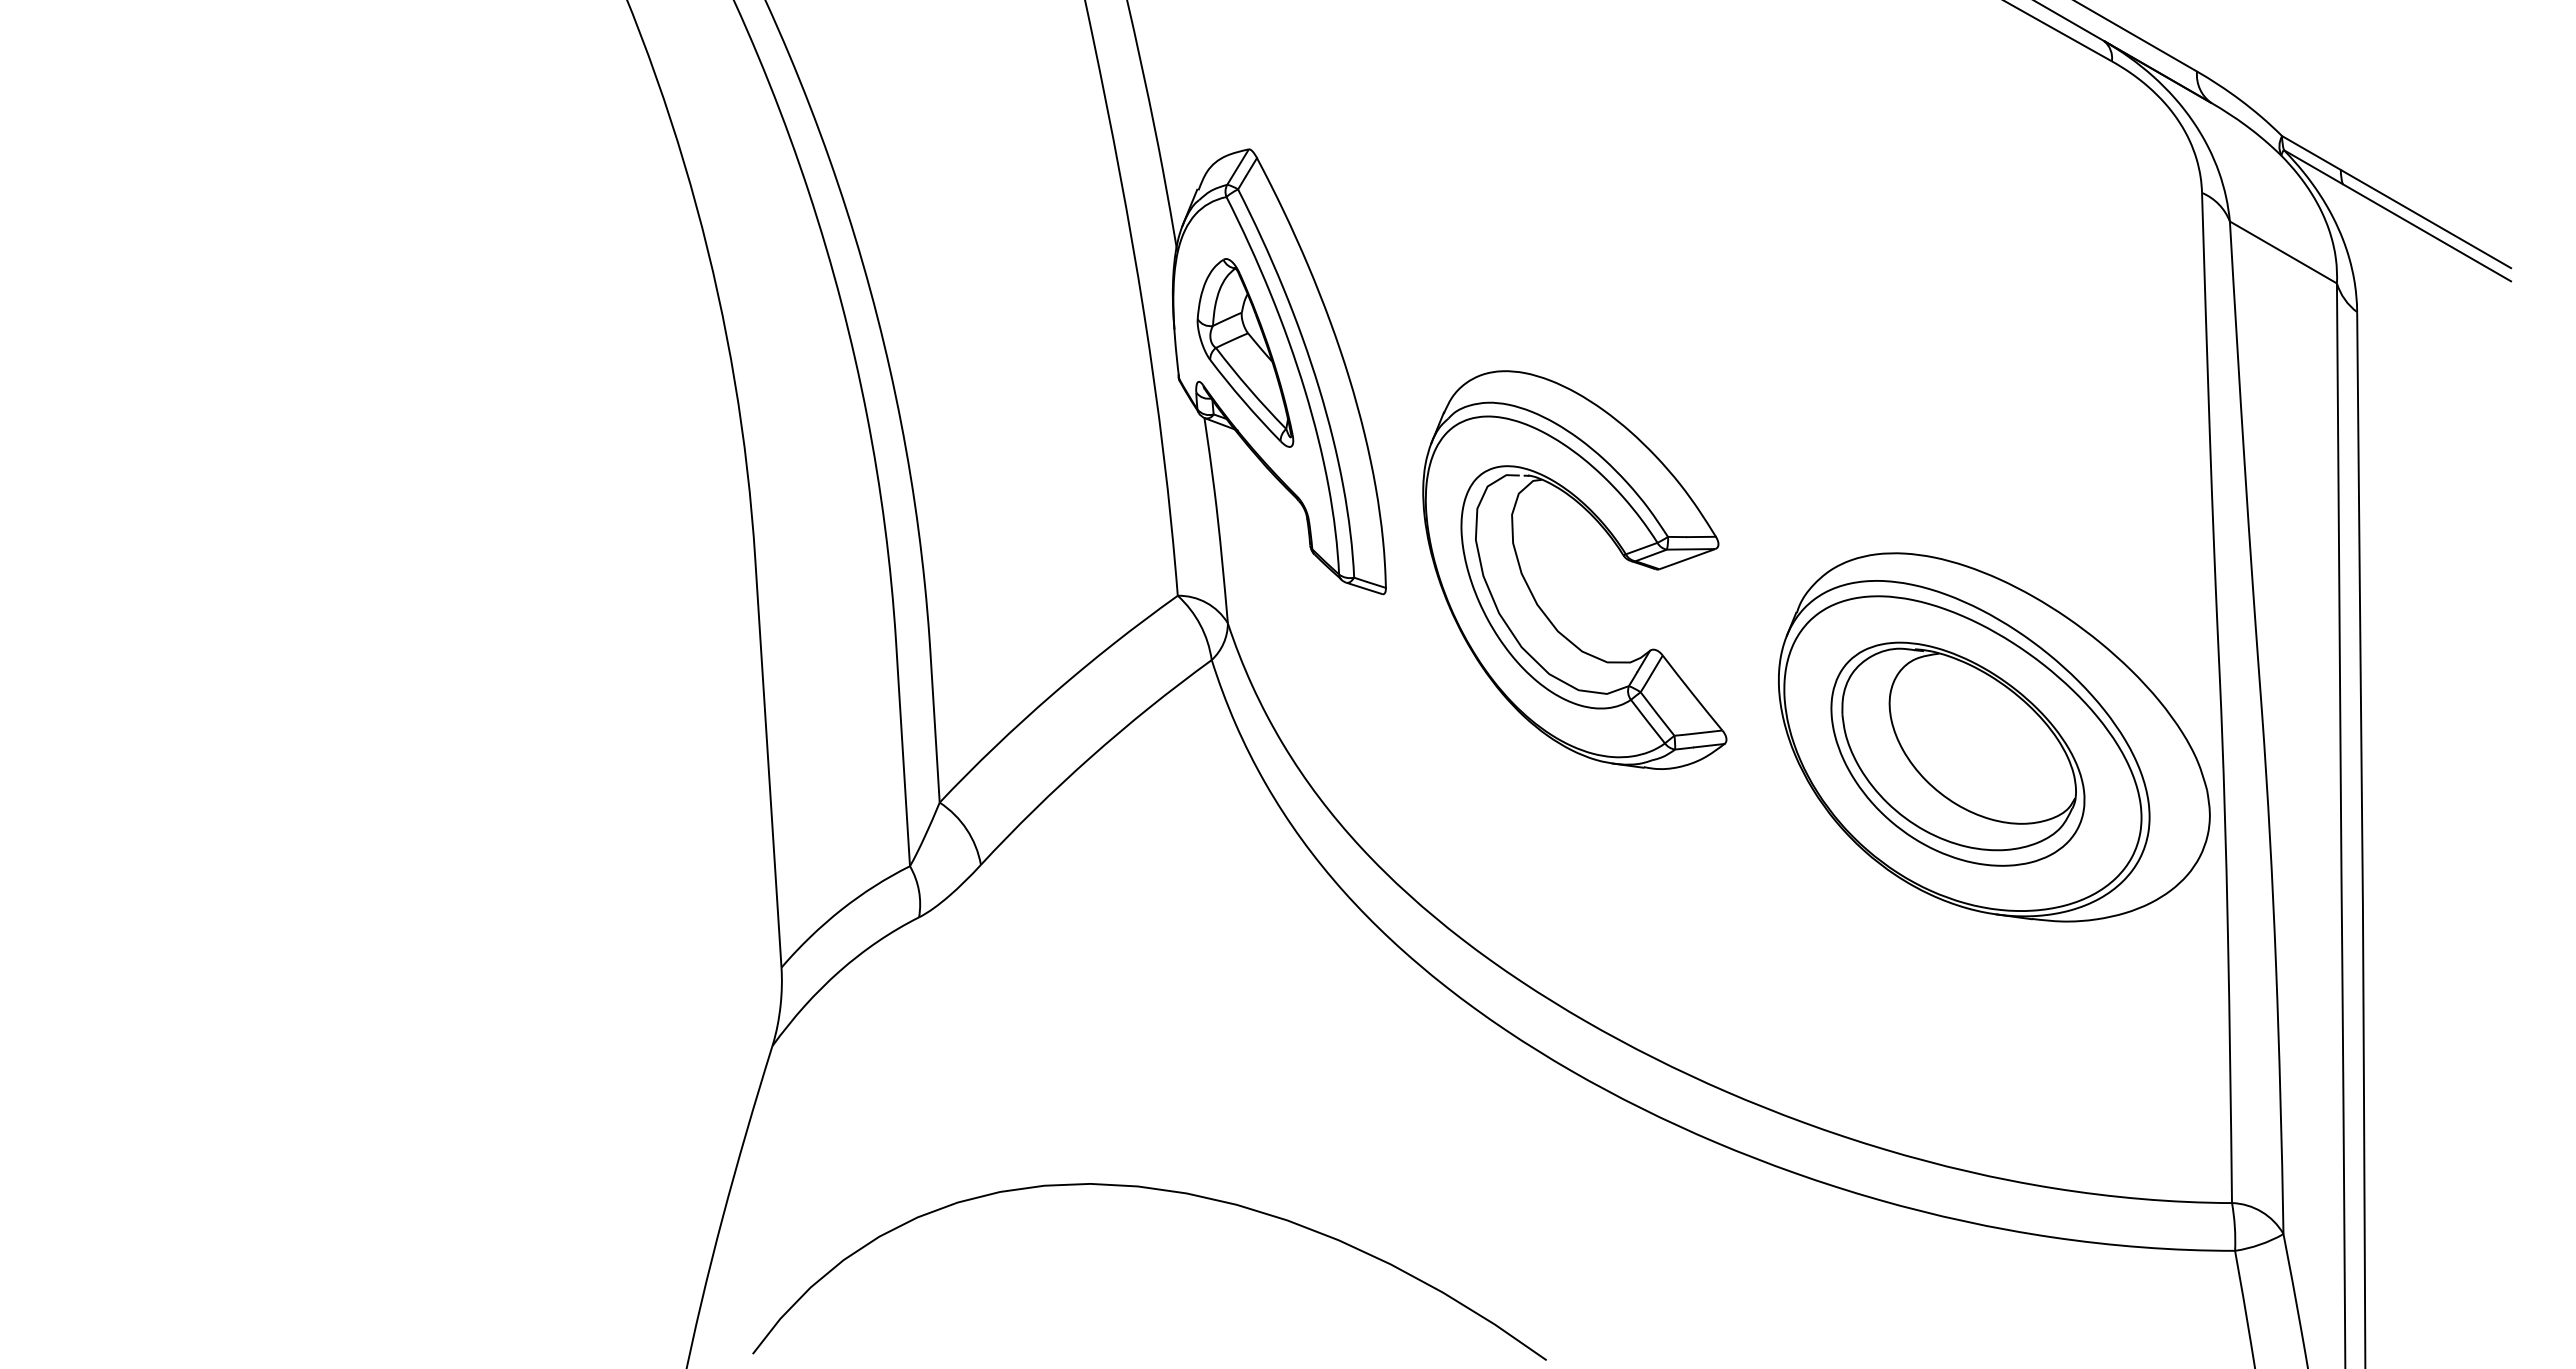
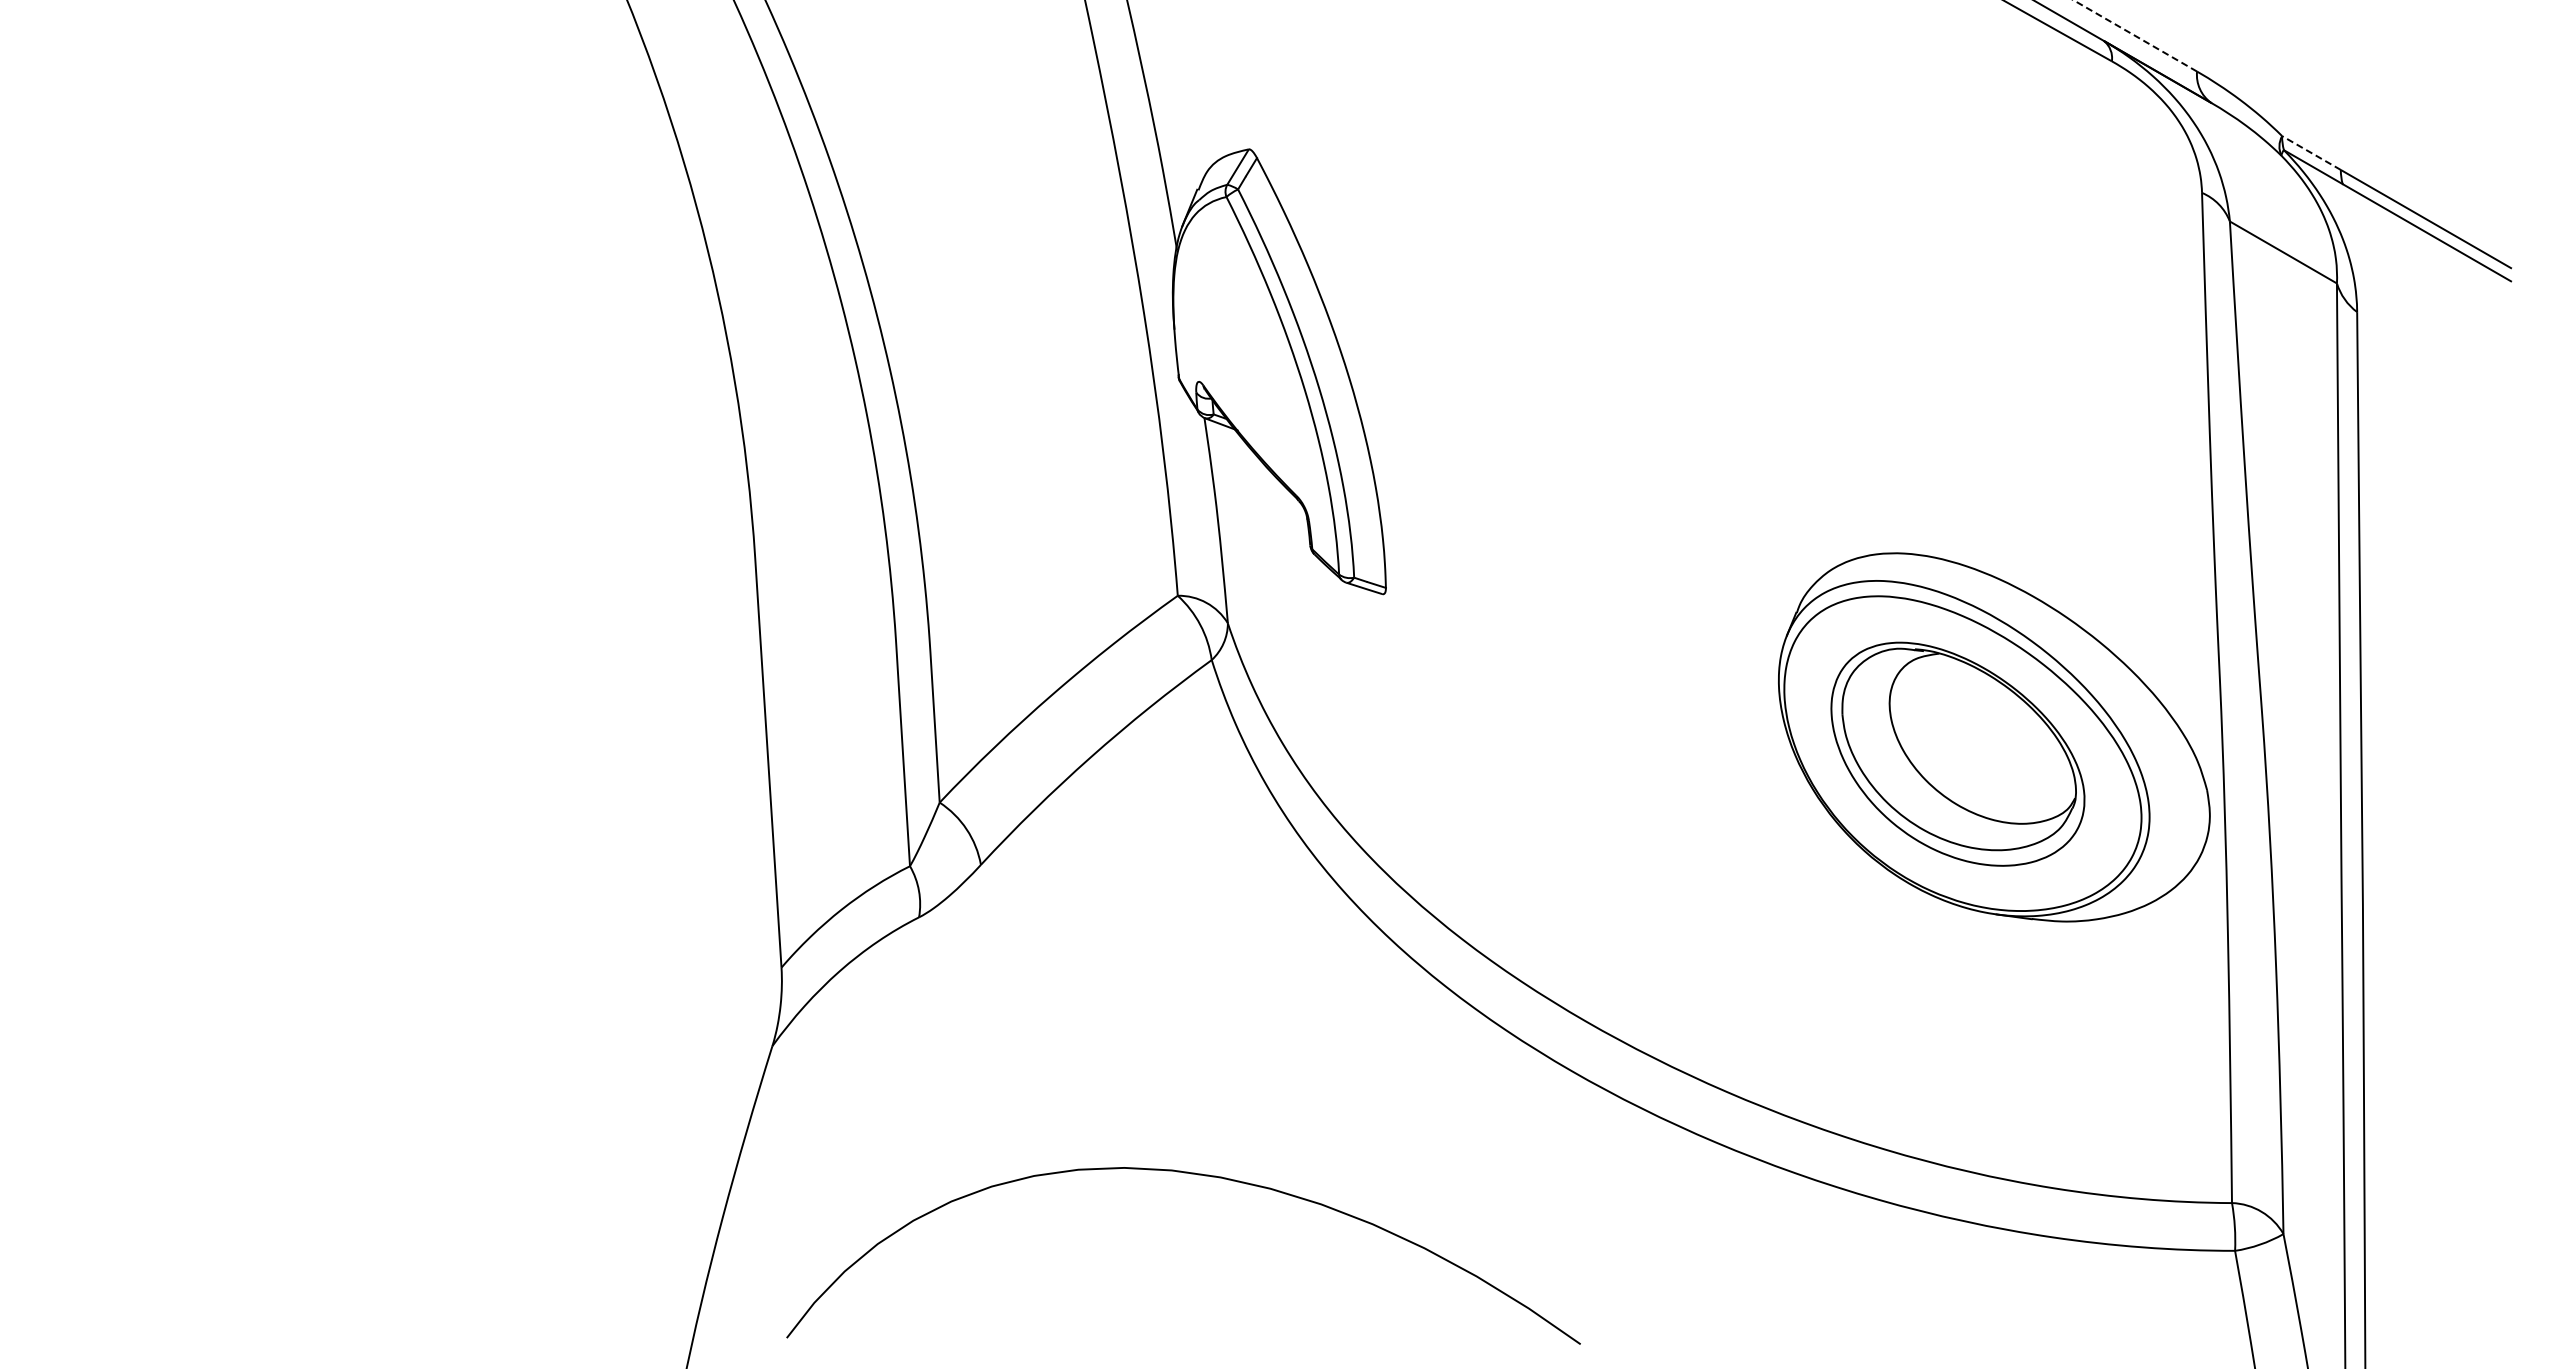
line at (2134, 35): solid -> dashed
line at (2311, 153): solid -> dashed
part at (1245, 352): present -> none
part at (1612, 541): present -> none
curve at (1157, 1190) position: (1157, 1190) -> (1191, 1174)
